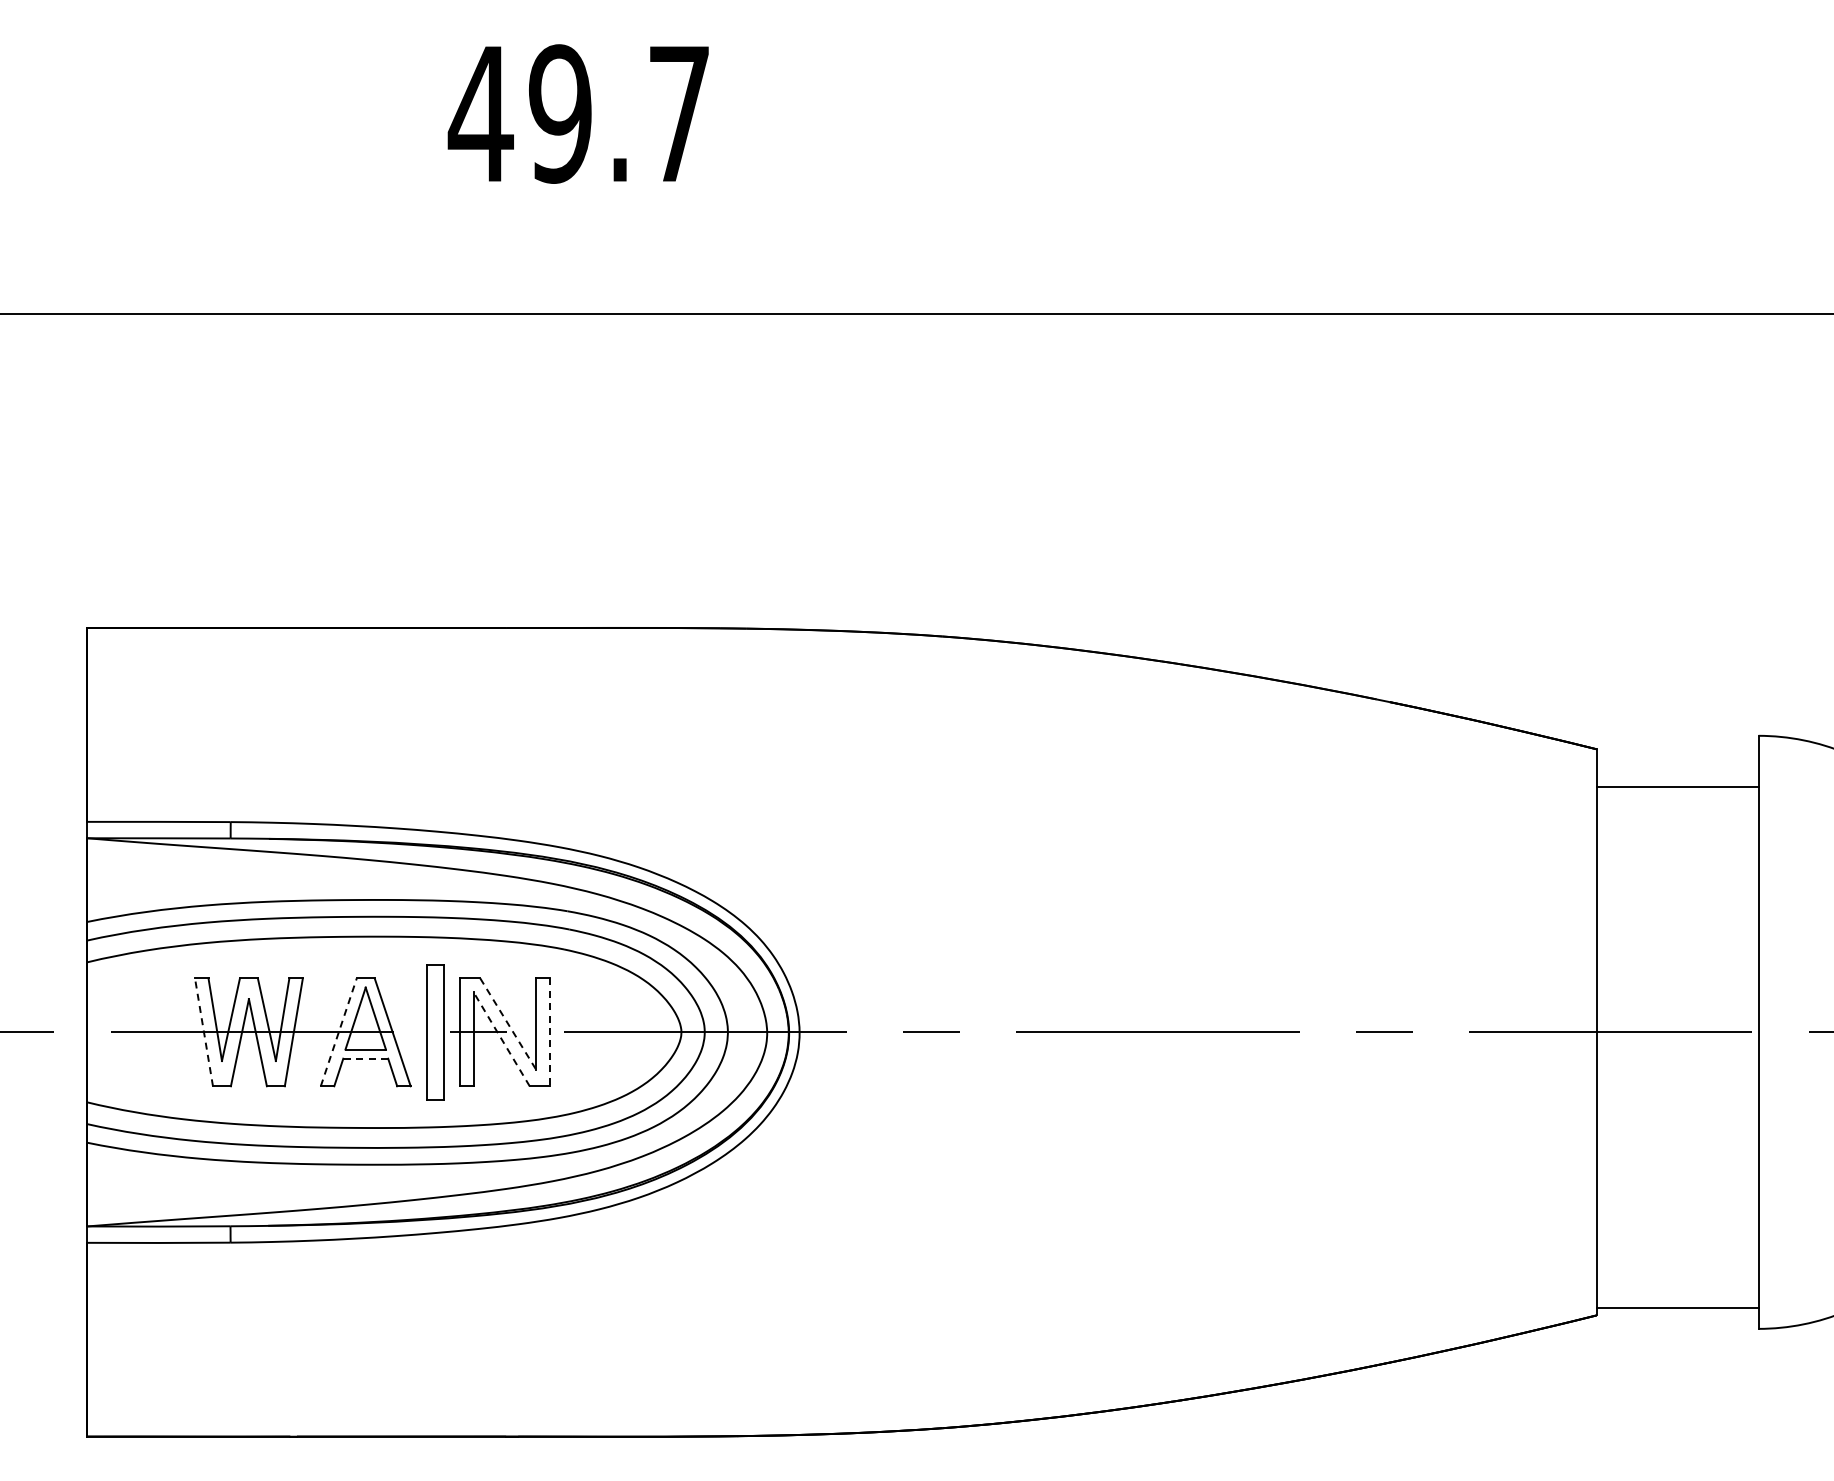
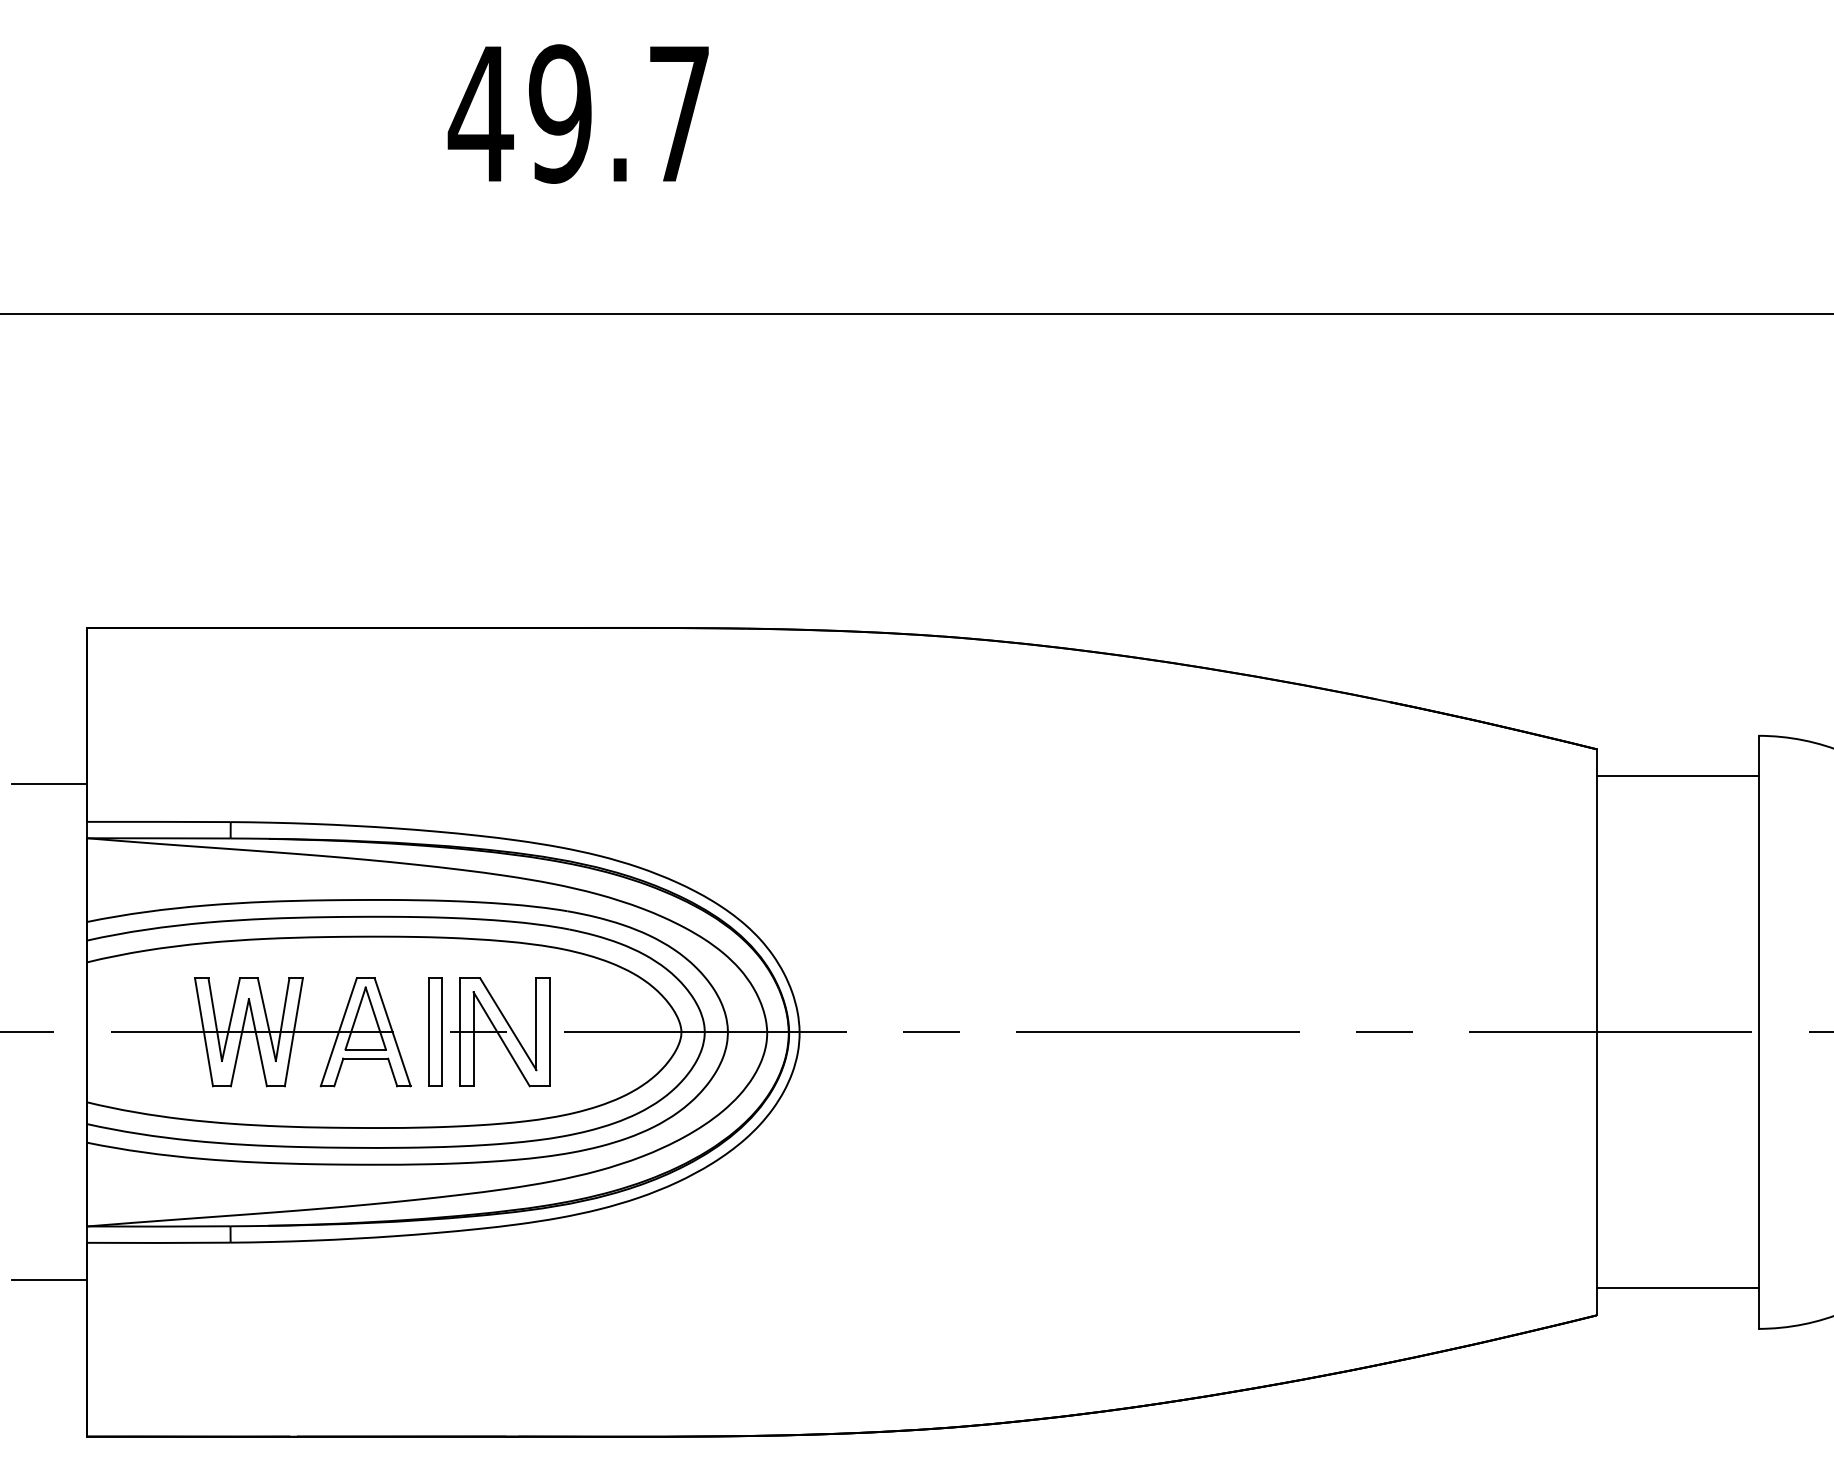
line at (49, 784): none -> present
line at (1677, 787) position: (1677, 787) -> (1677, 776)
line at (508, 1024): dashed -> solid
line at (204, 1032): dashed -> solid
line at (338, 1032): dashed -> solid
part at (435, 1032) size: 19x137 px -> 15x110 px
line at (549, 1032): dashed -> solid
line at (501, 1039): dashed -> solid
line at (365, 1058): dashed -> solid
line at (49, 1280): none -> present
line at (1677, 1308) position: (1677, 1308) -> (1677, 1288)
